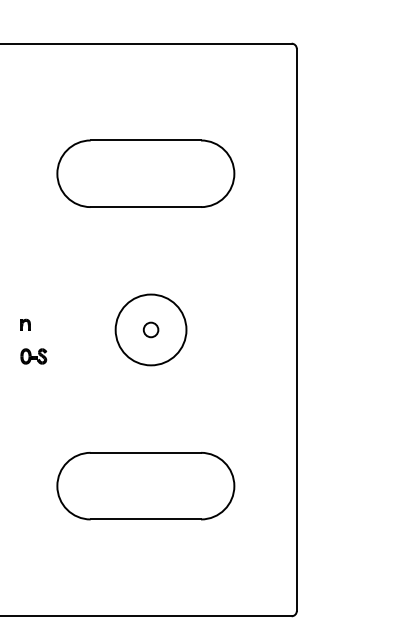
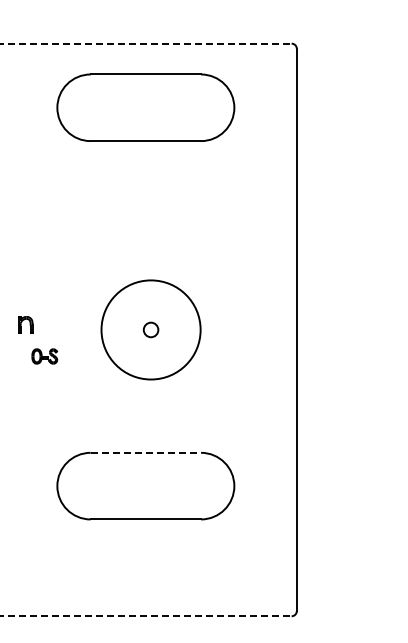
line at (145, 43): solid -> dashed
part at (145, 173) position: (145, 173) -> (145, 107)
part at (25, 324) size: 11x13 px -> 16x18 px
circle at (150, 329) diameter: 71 px -> 99 px
part at (33, 356) position: (33, 356) -> (44, 356)
line at (146, 452): solid -> dashed
line at (145, 616): solid -> dashed
